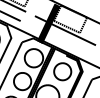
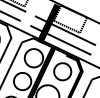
line at (60, 40): none -> present
